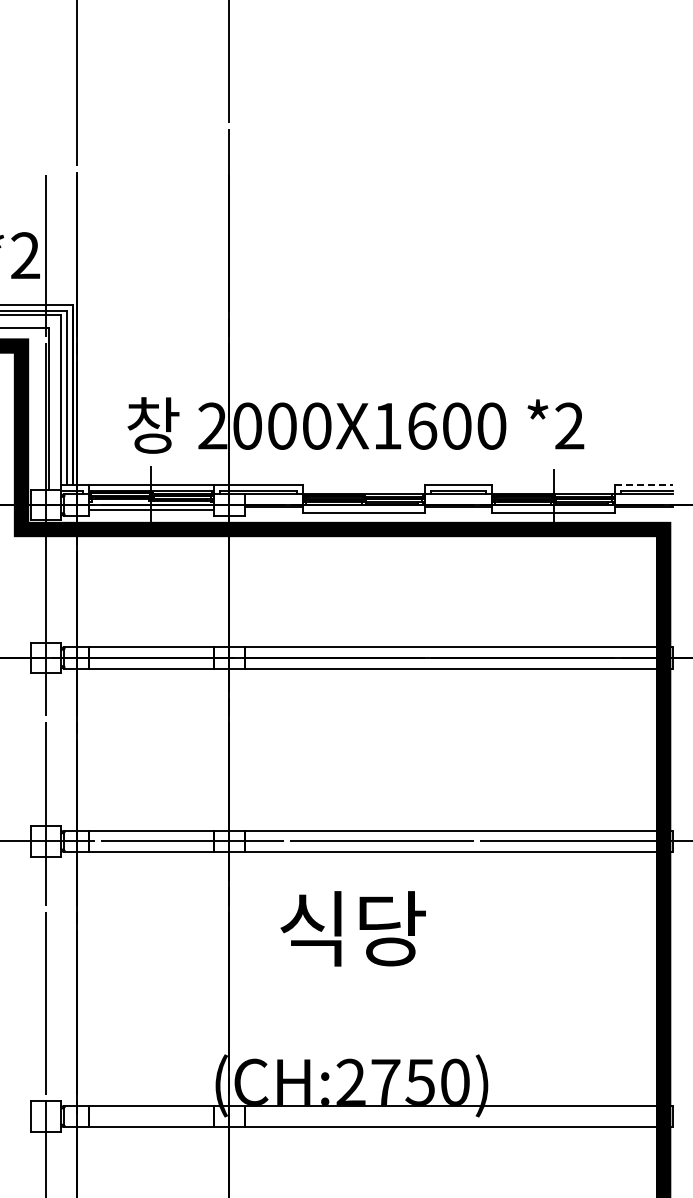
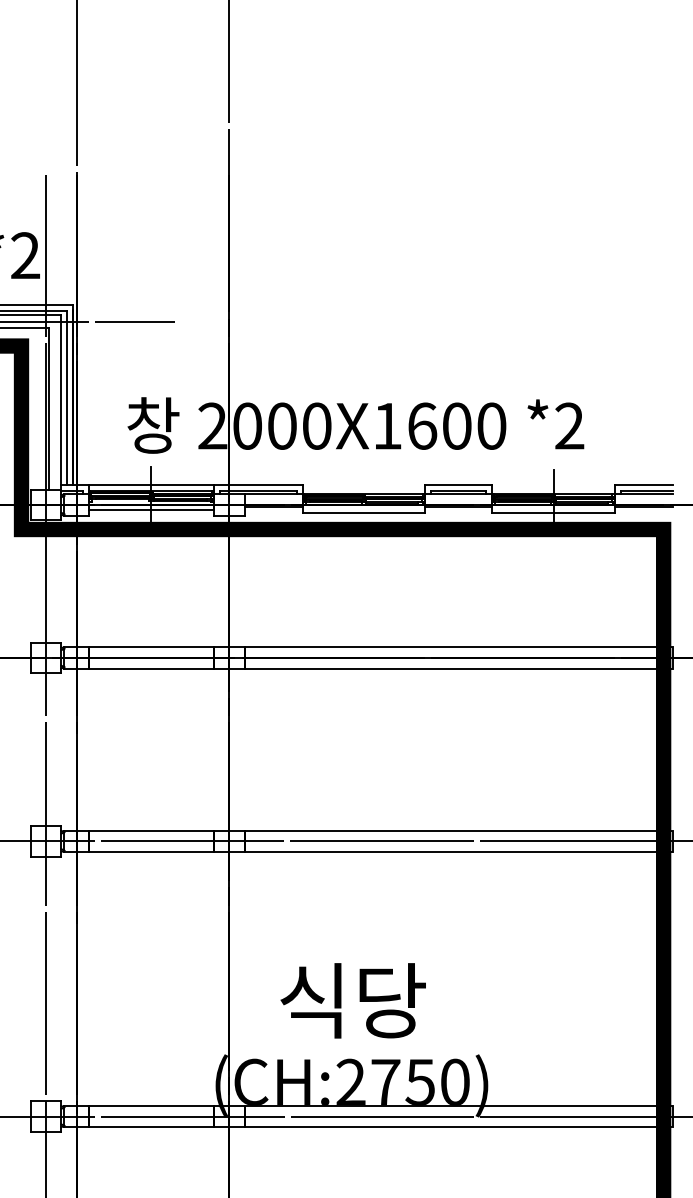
line at (88, 321): none -> present
line at (644, 485): dashed -> solid
text at (352, 928) position: (352, 928) -> (352, 1000)
line at (345, 1116): none -> present
